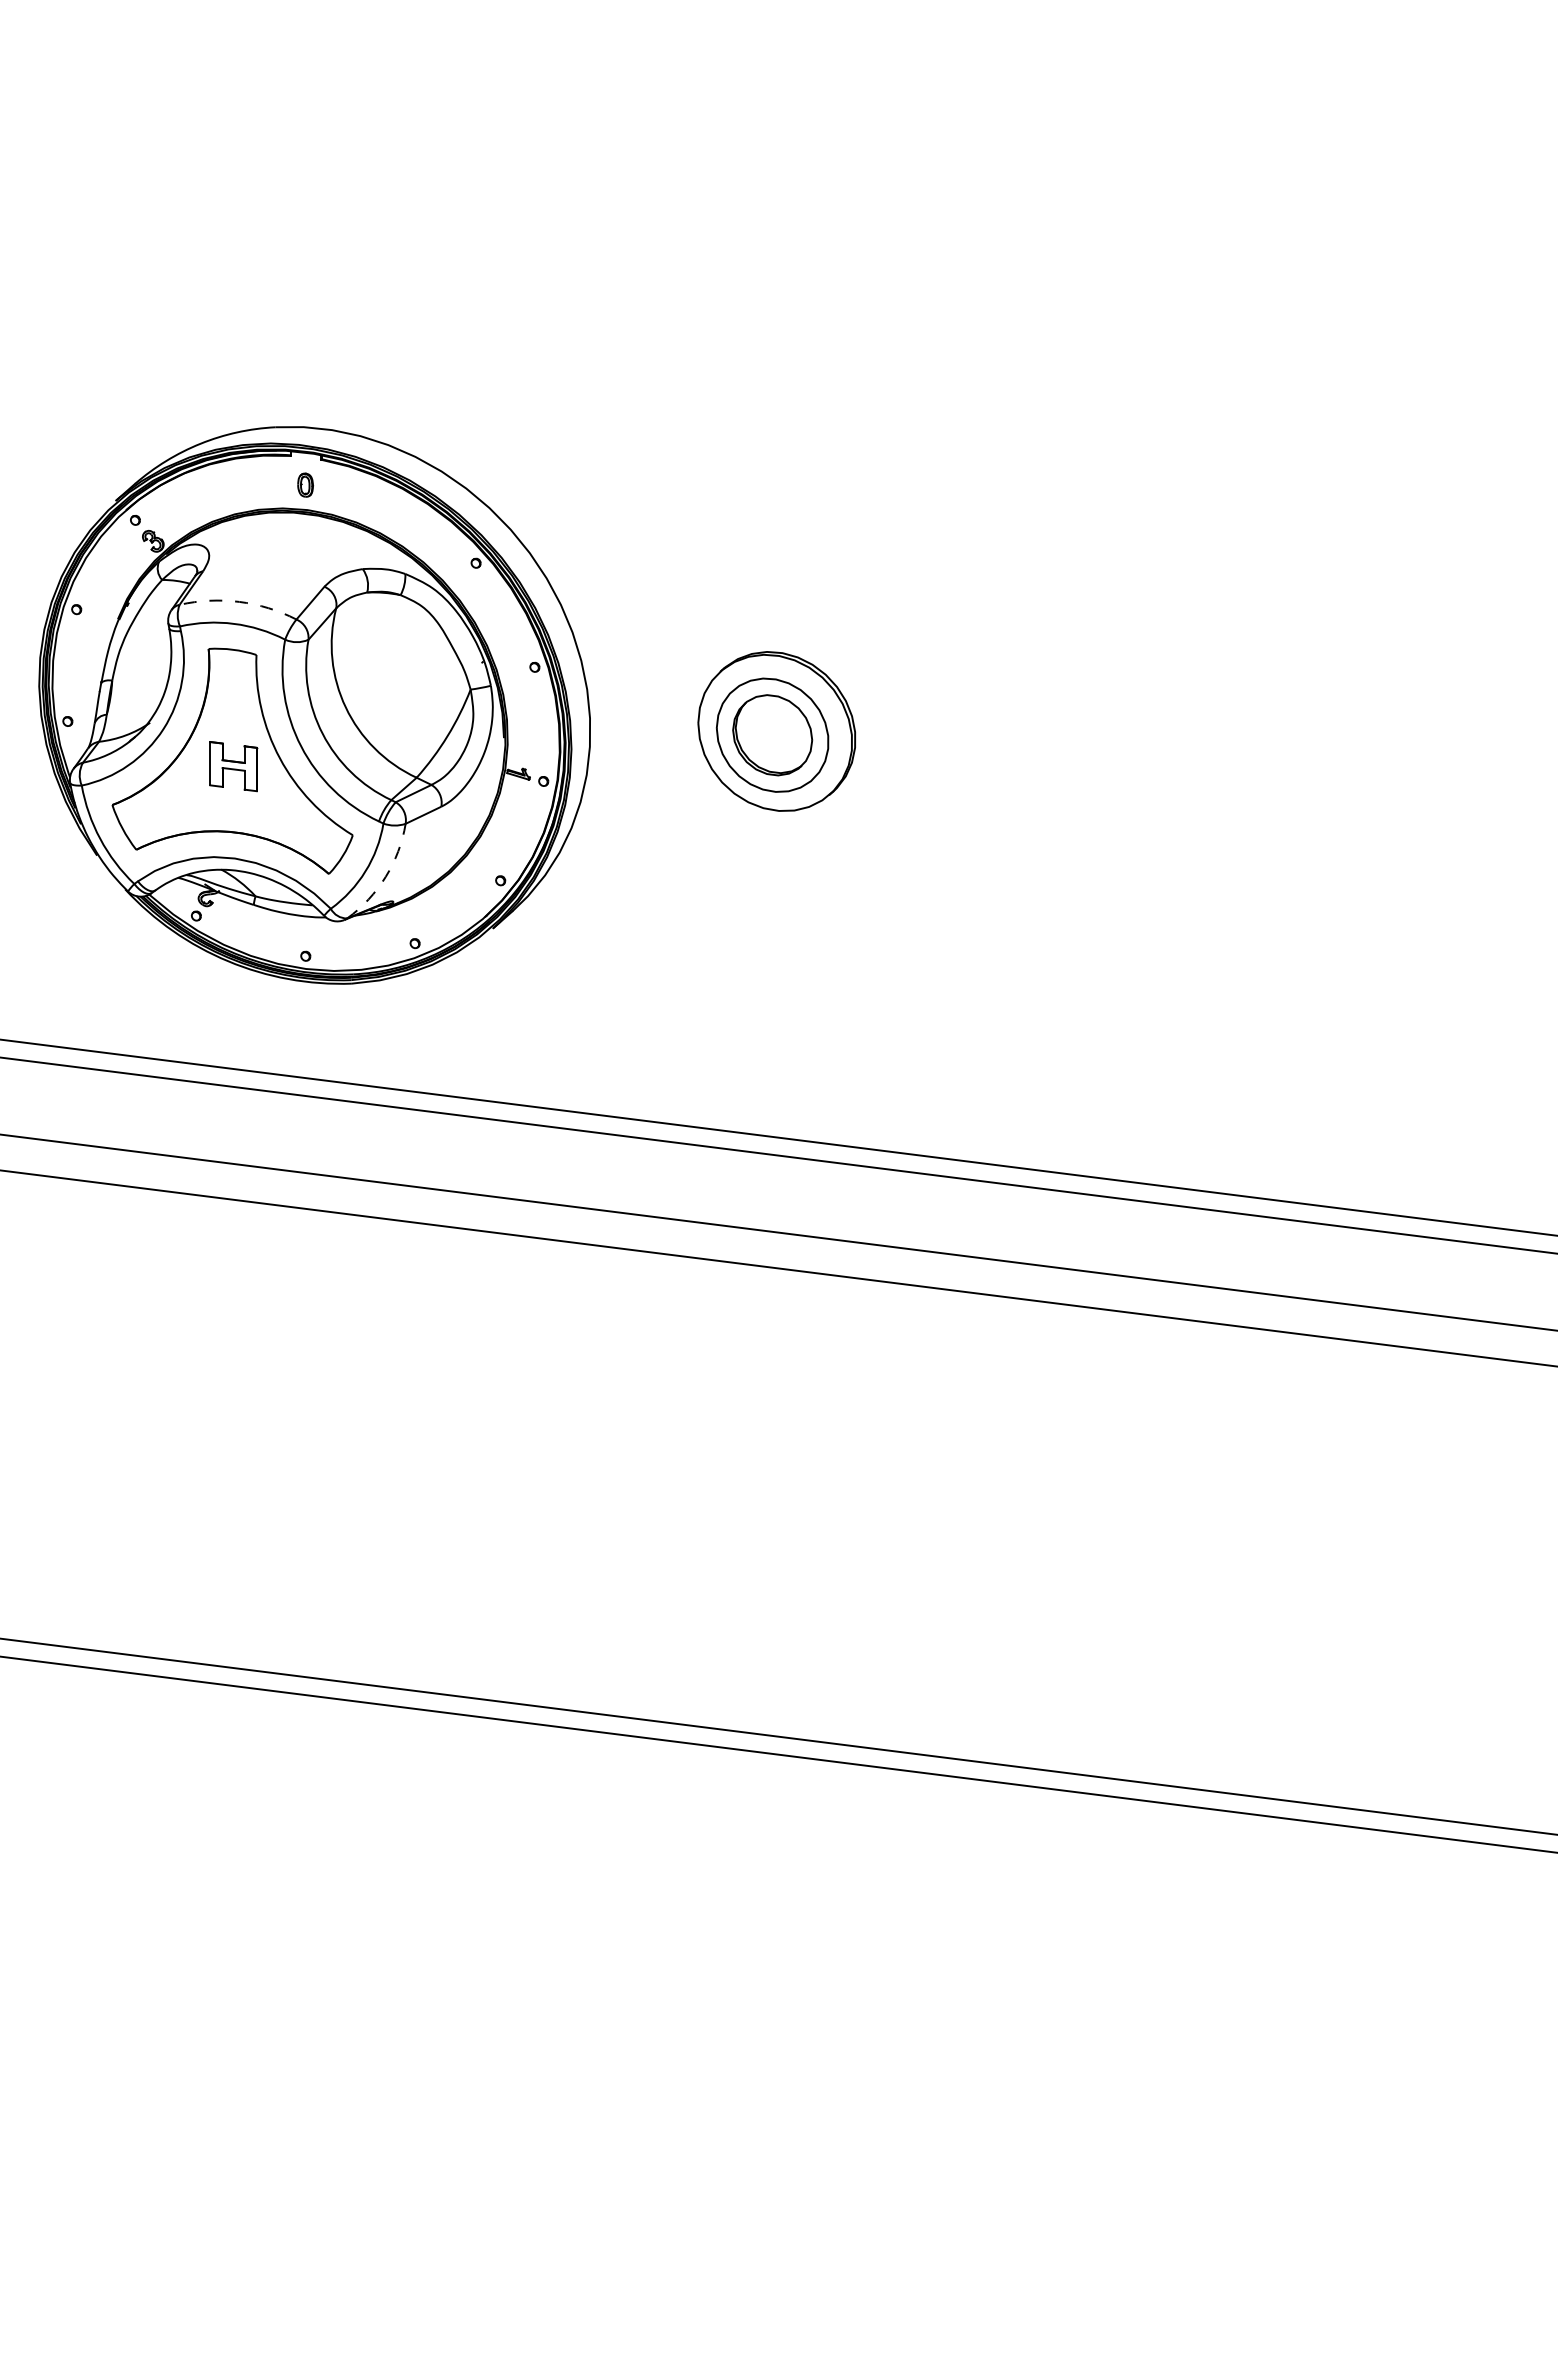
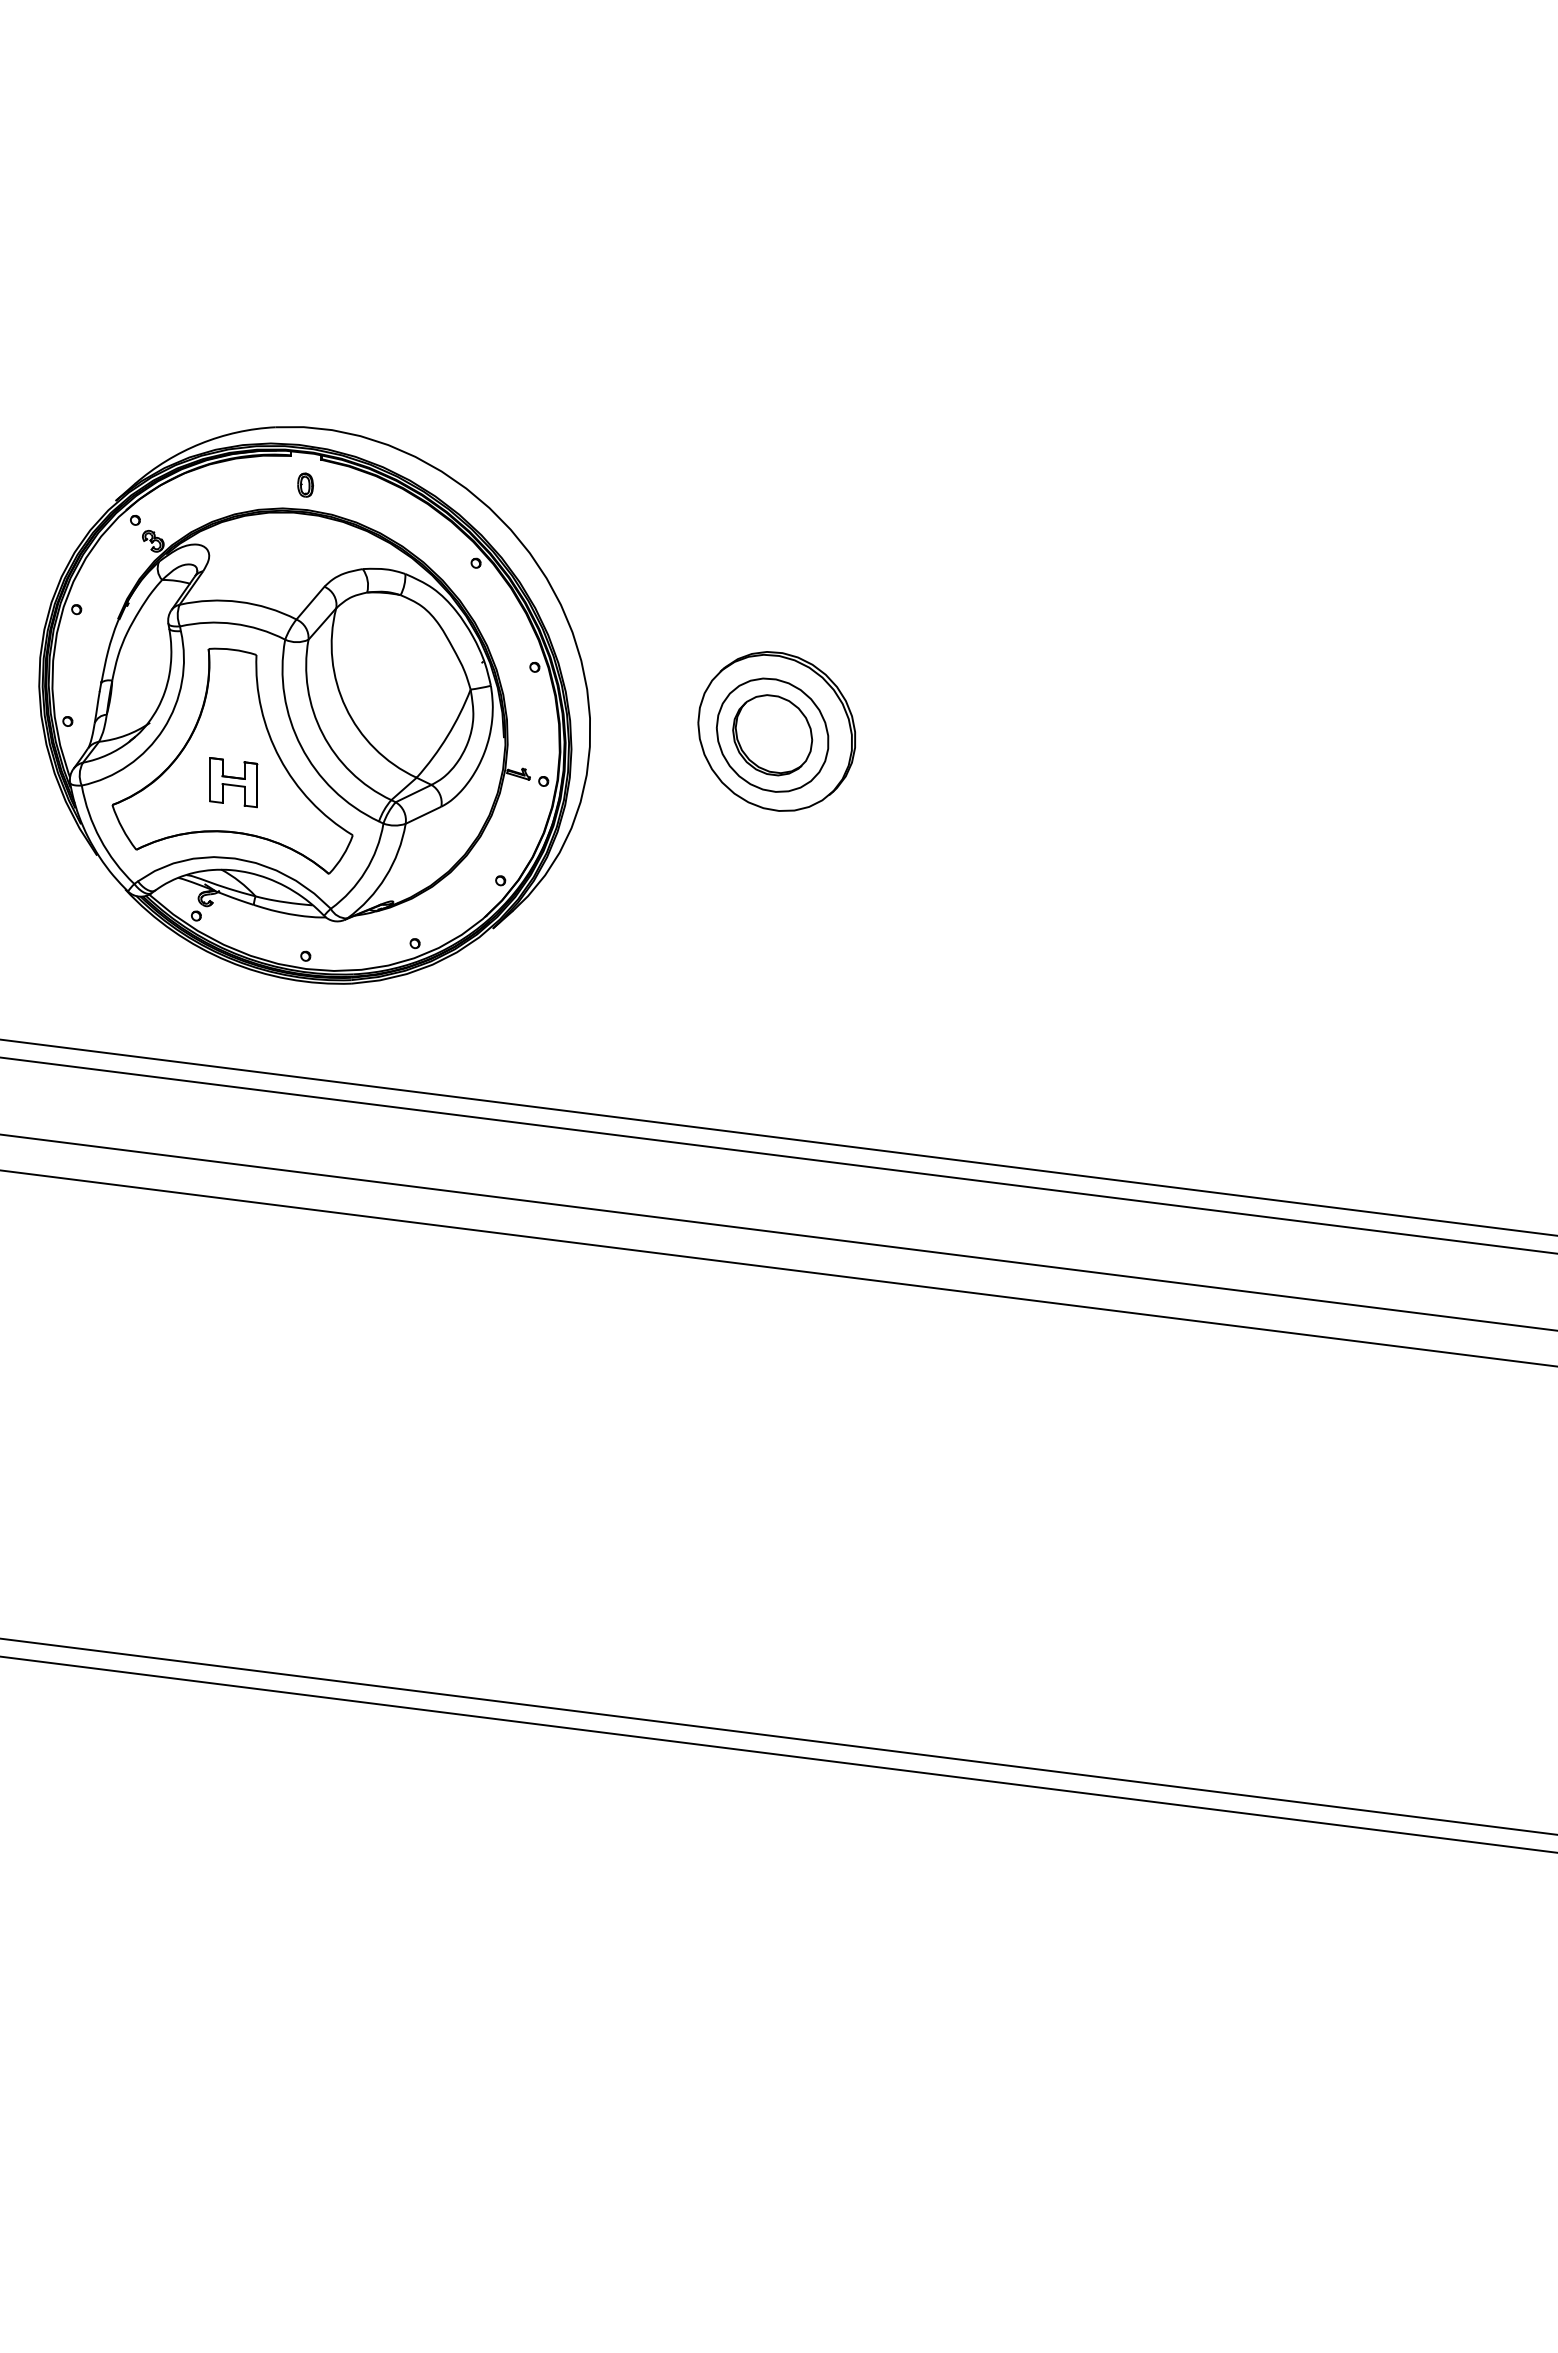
arc at (239, 601): dashed -> solid
part at (233, 766) position: (233, 766) -> (233, 782)
arc at (385, 876): dashed -> solid
